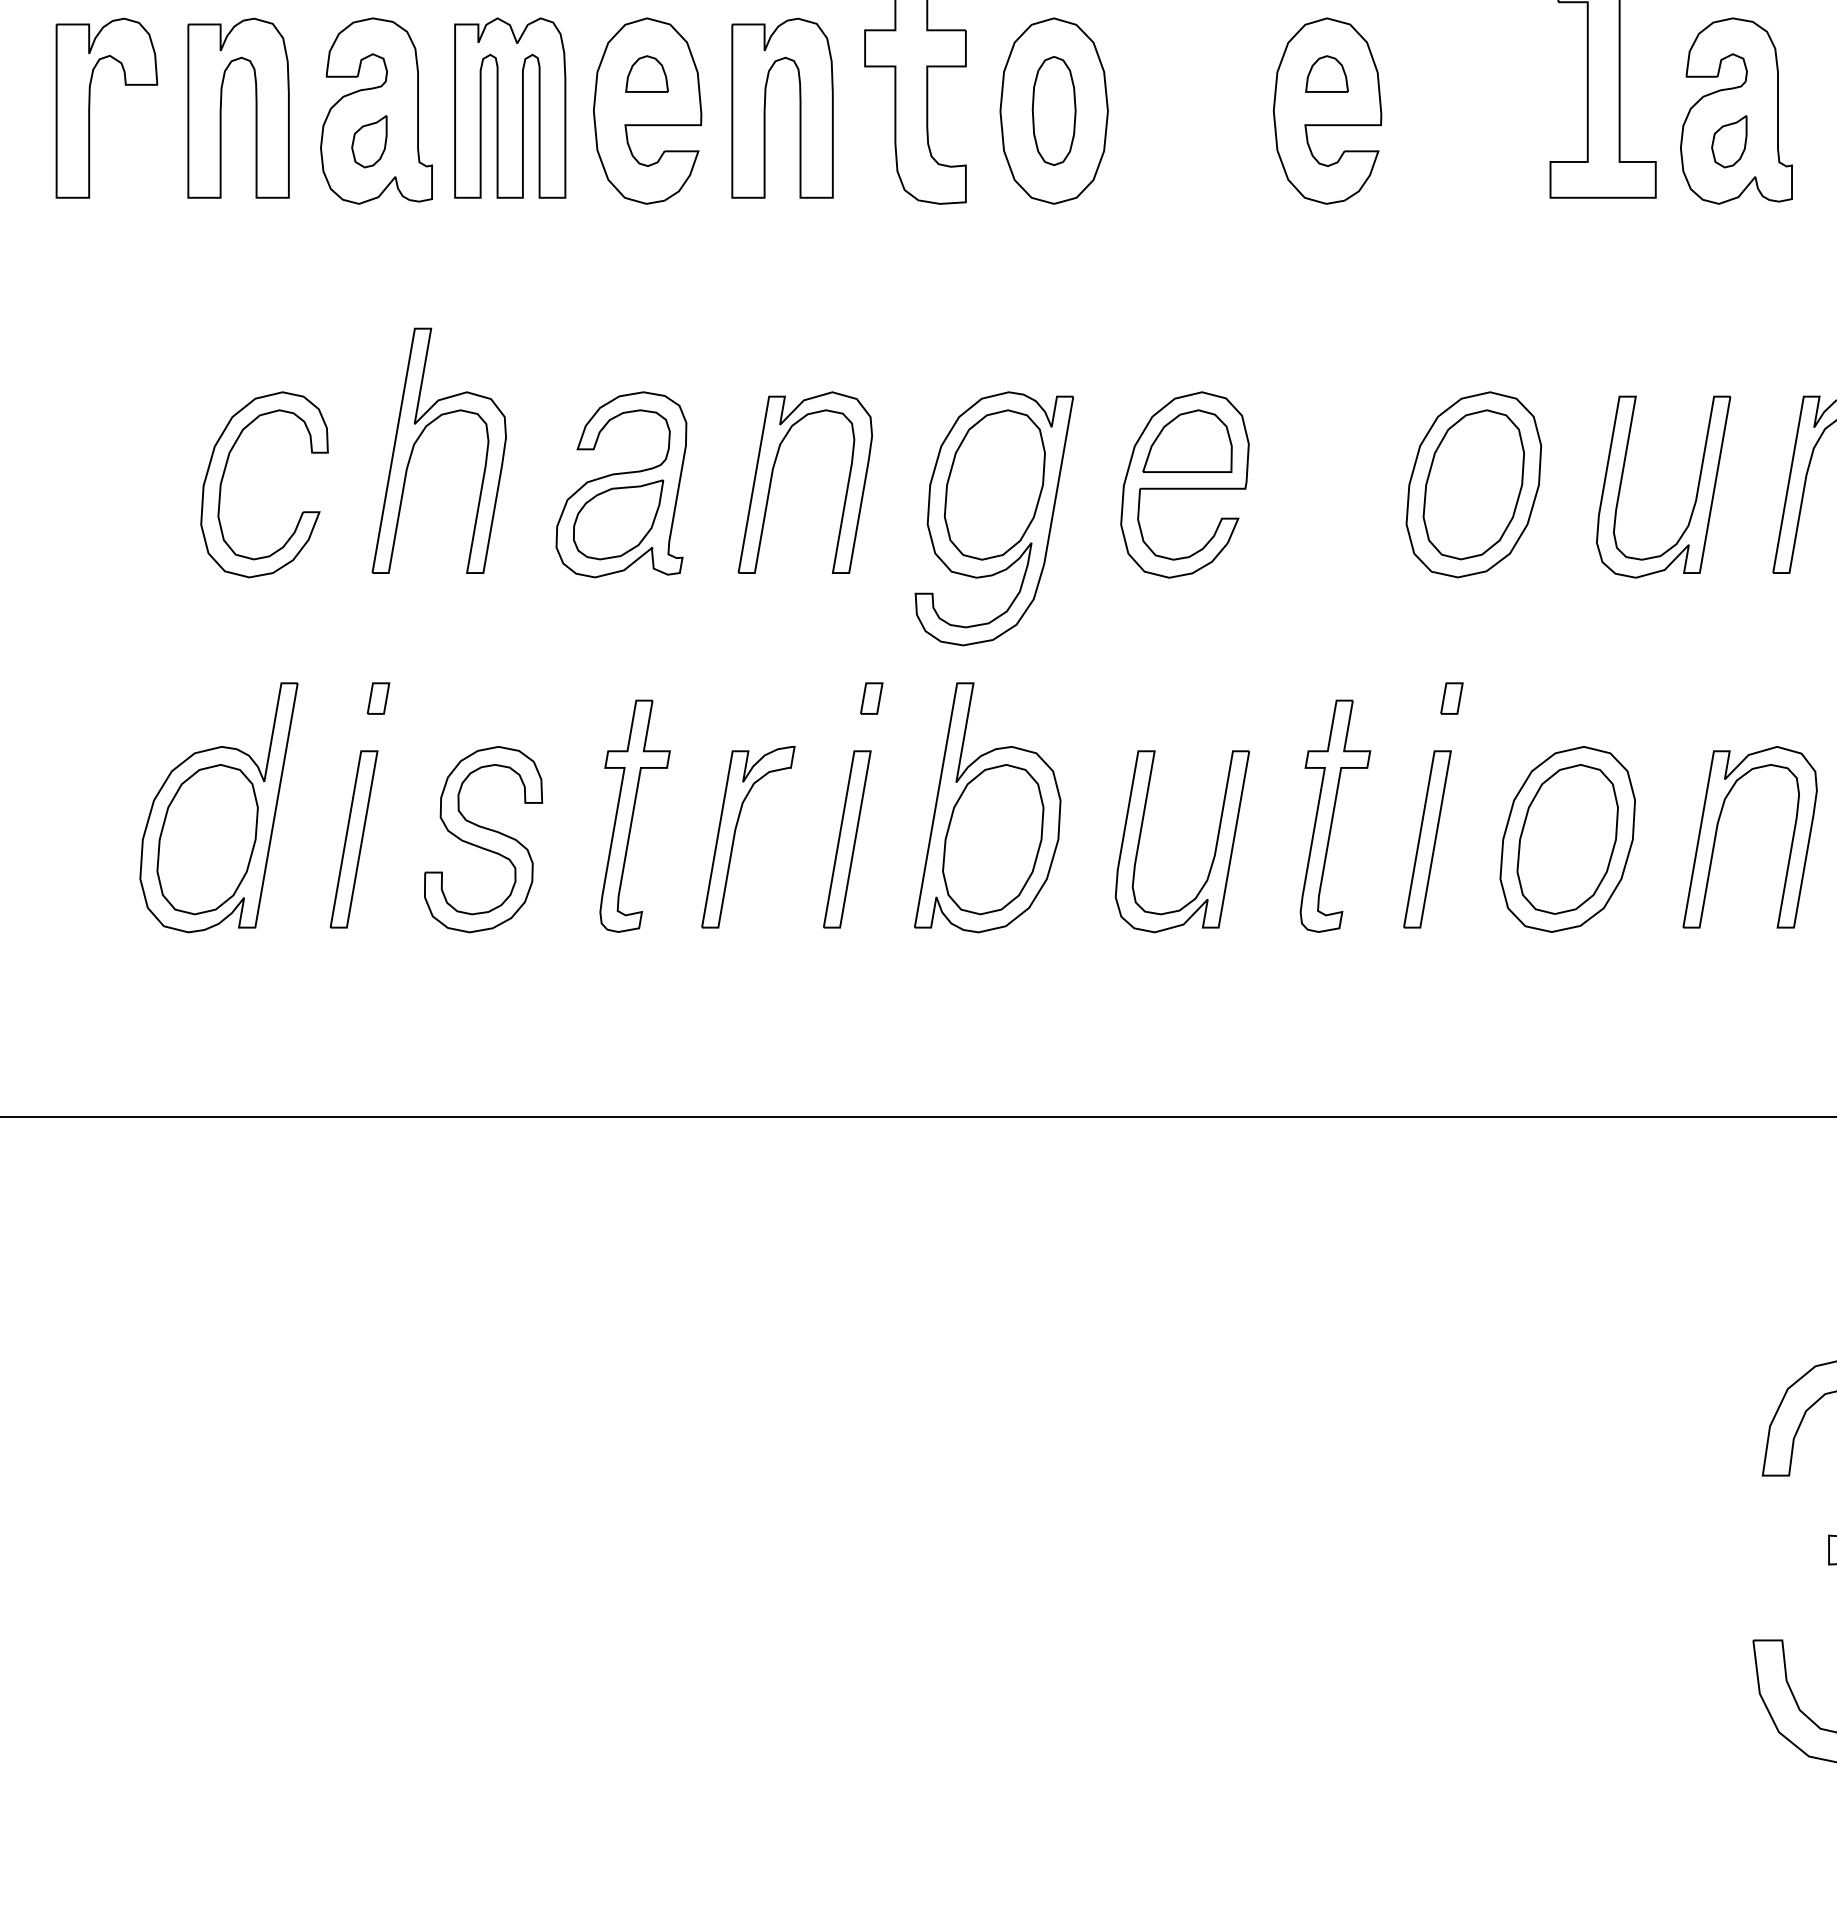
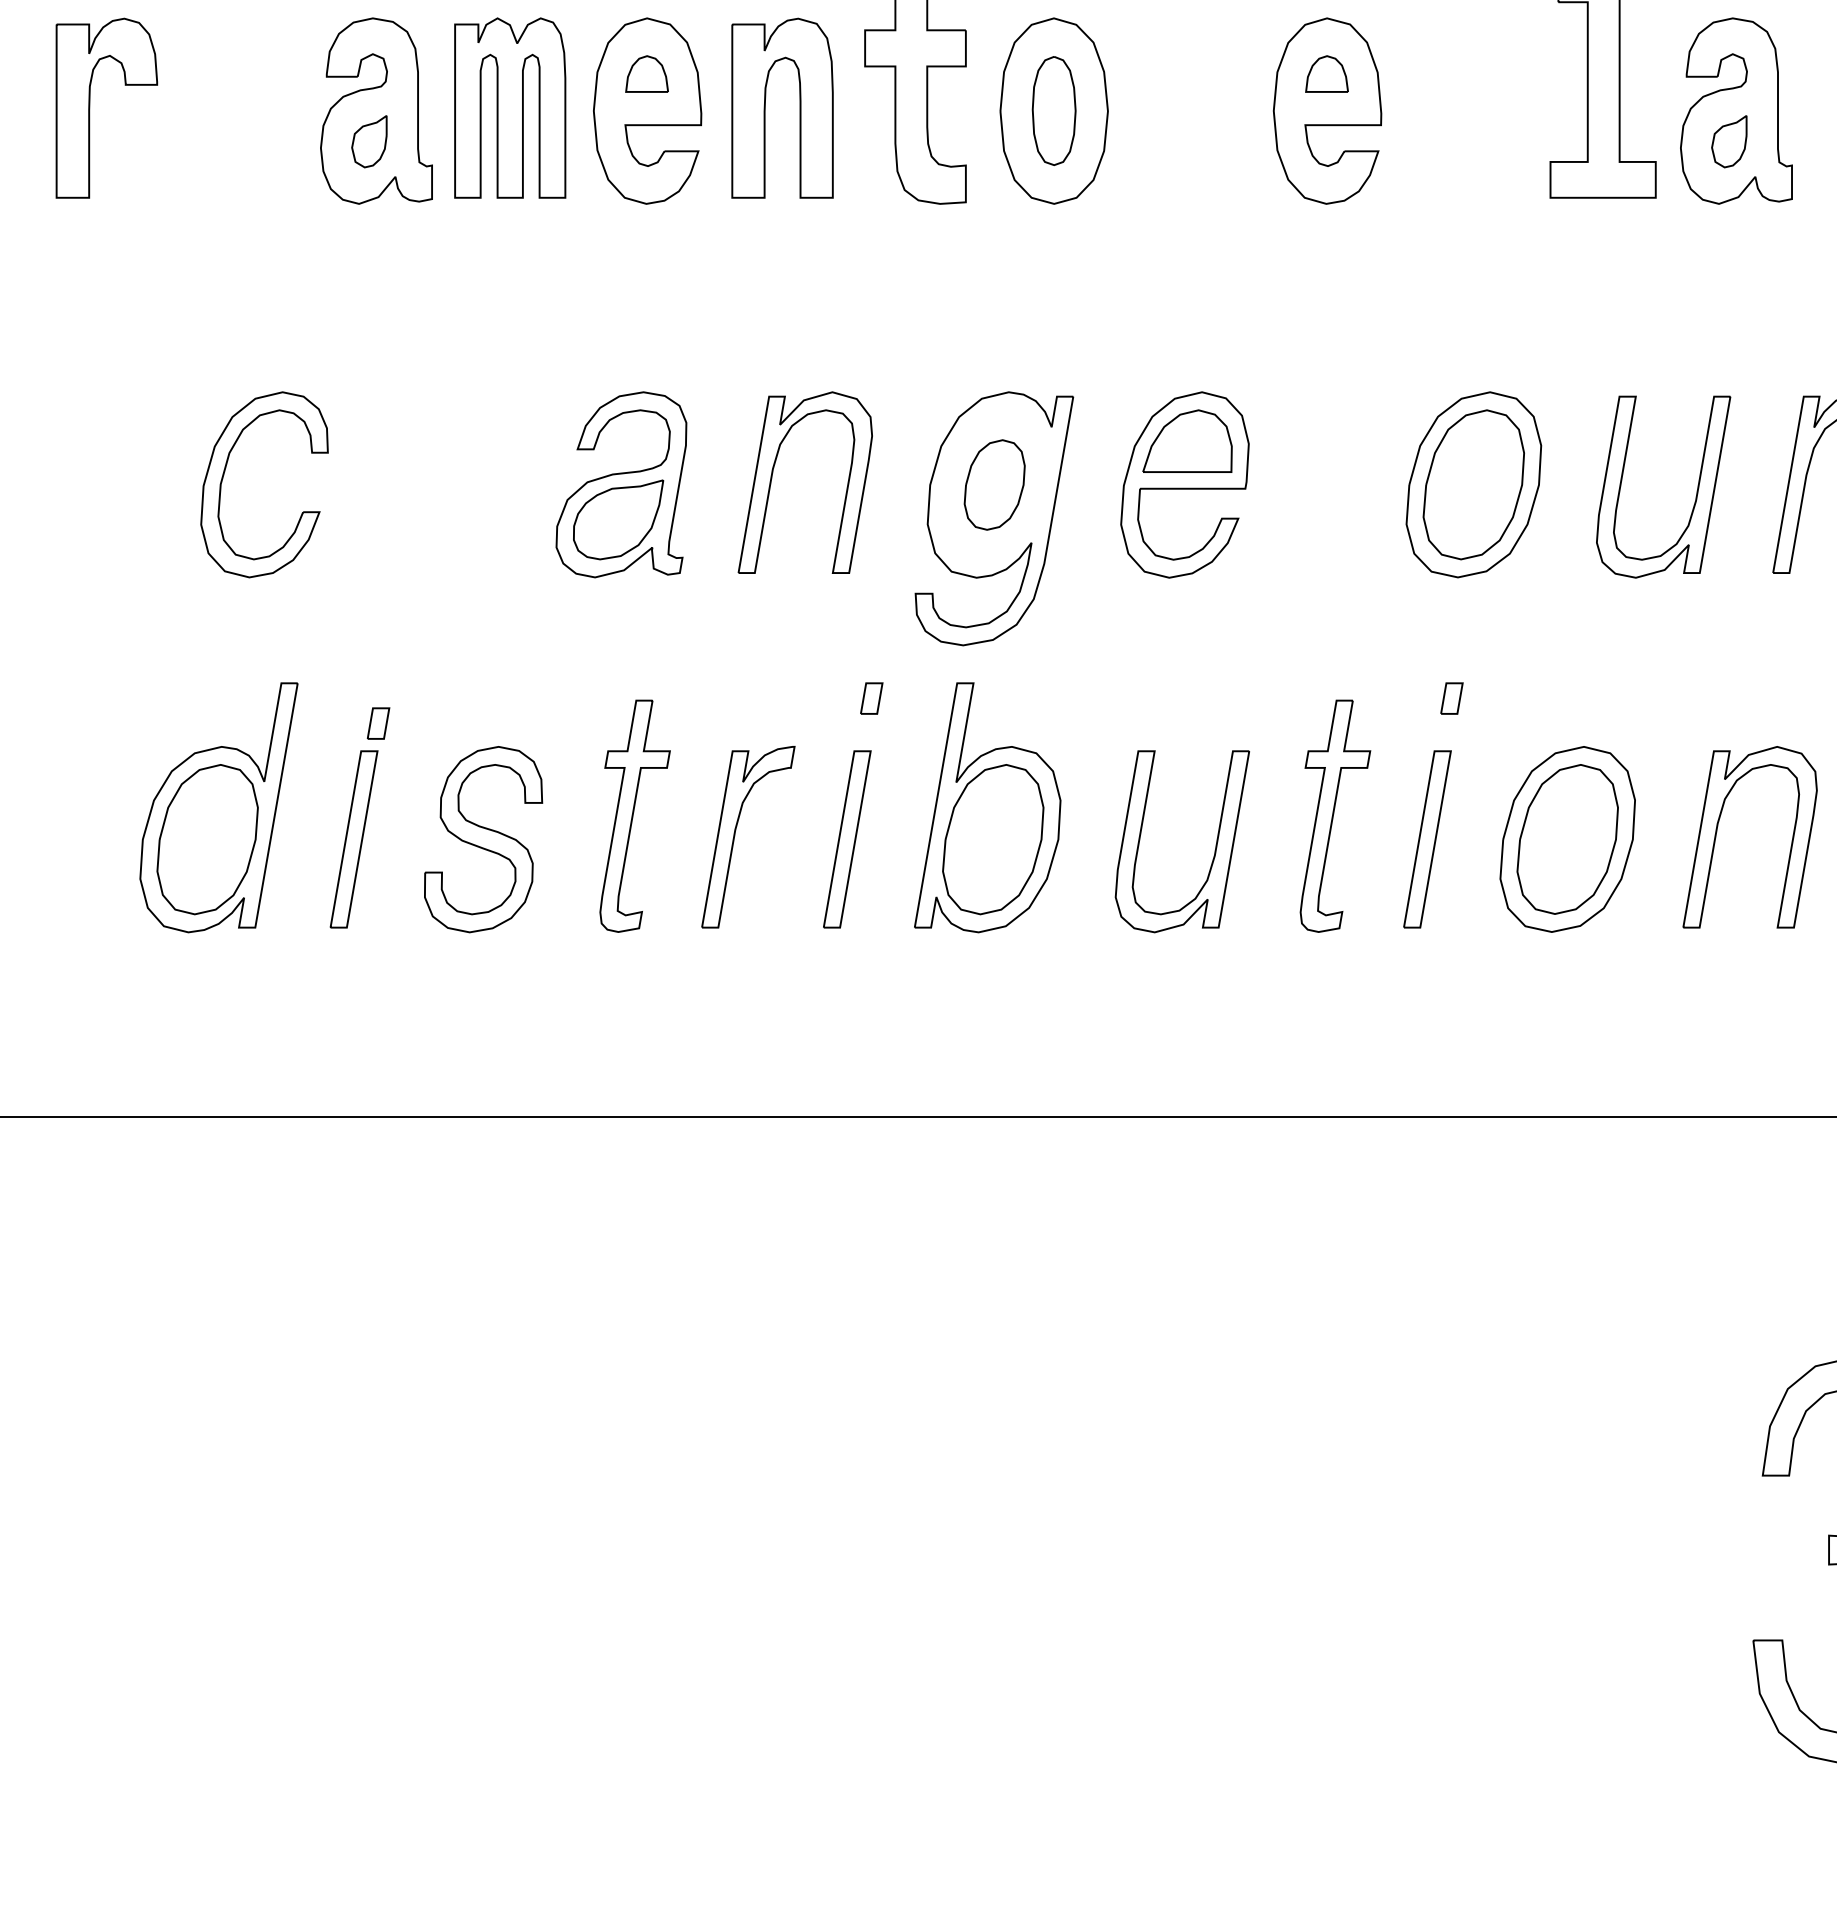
part at (221, 107): present -> none
part at (419, 438): present -> none
part at (994, 484) size: 103x152 px -> 63x92 px
part at (378, 698) position: (378, 698) -> (378, 723)
